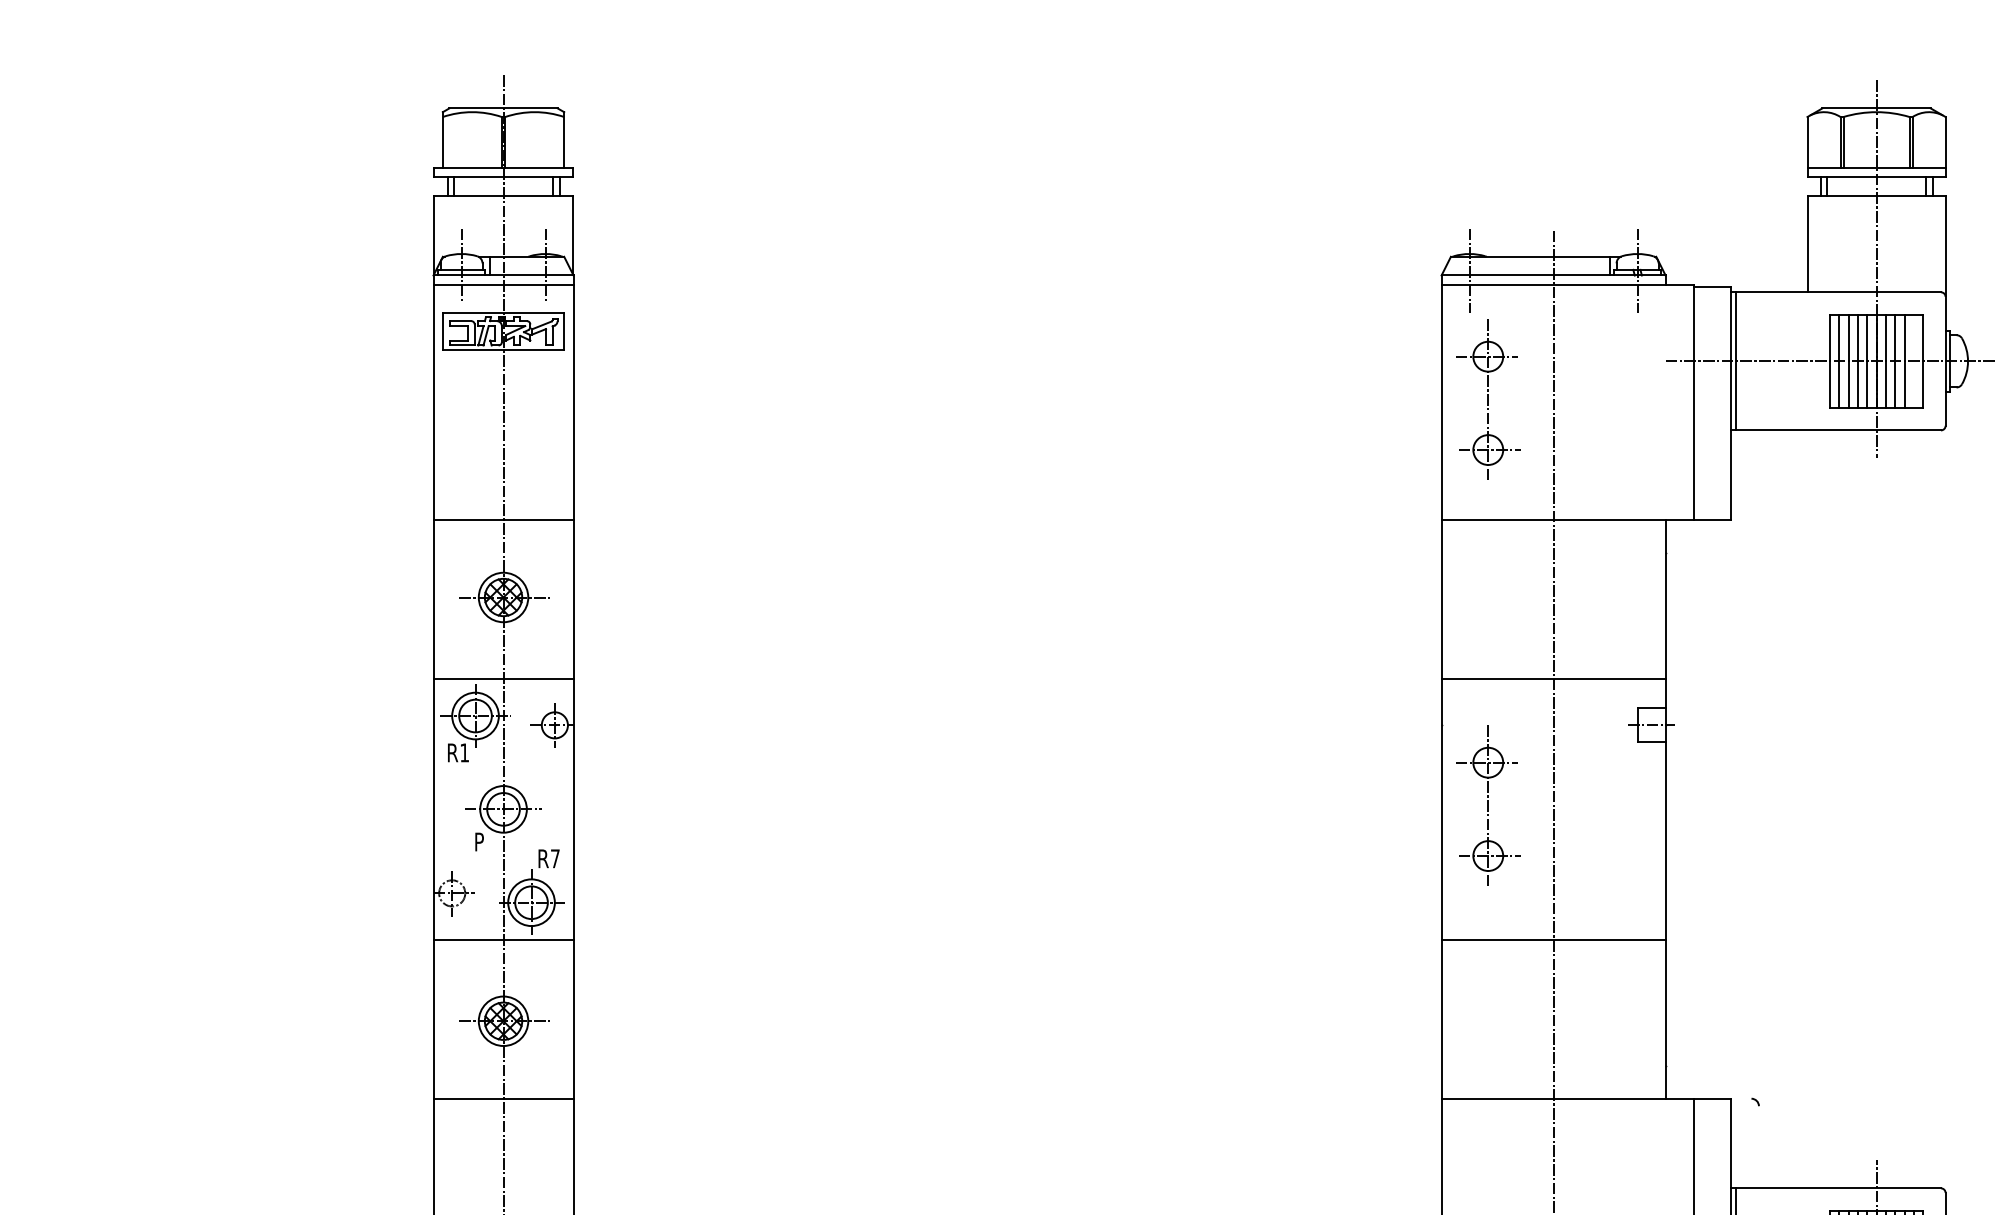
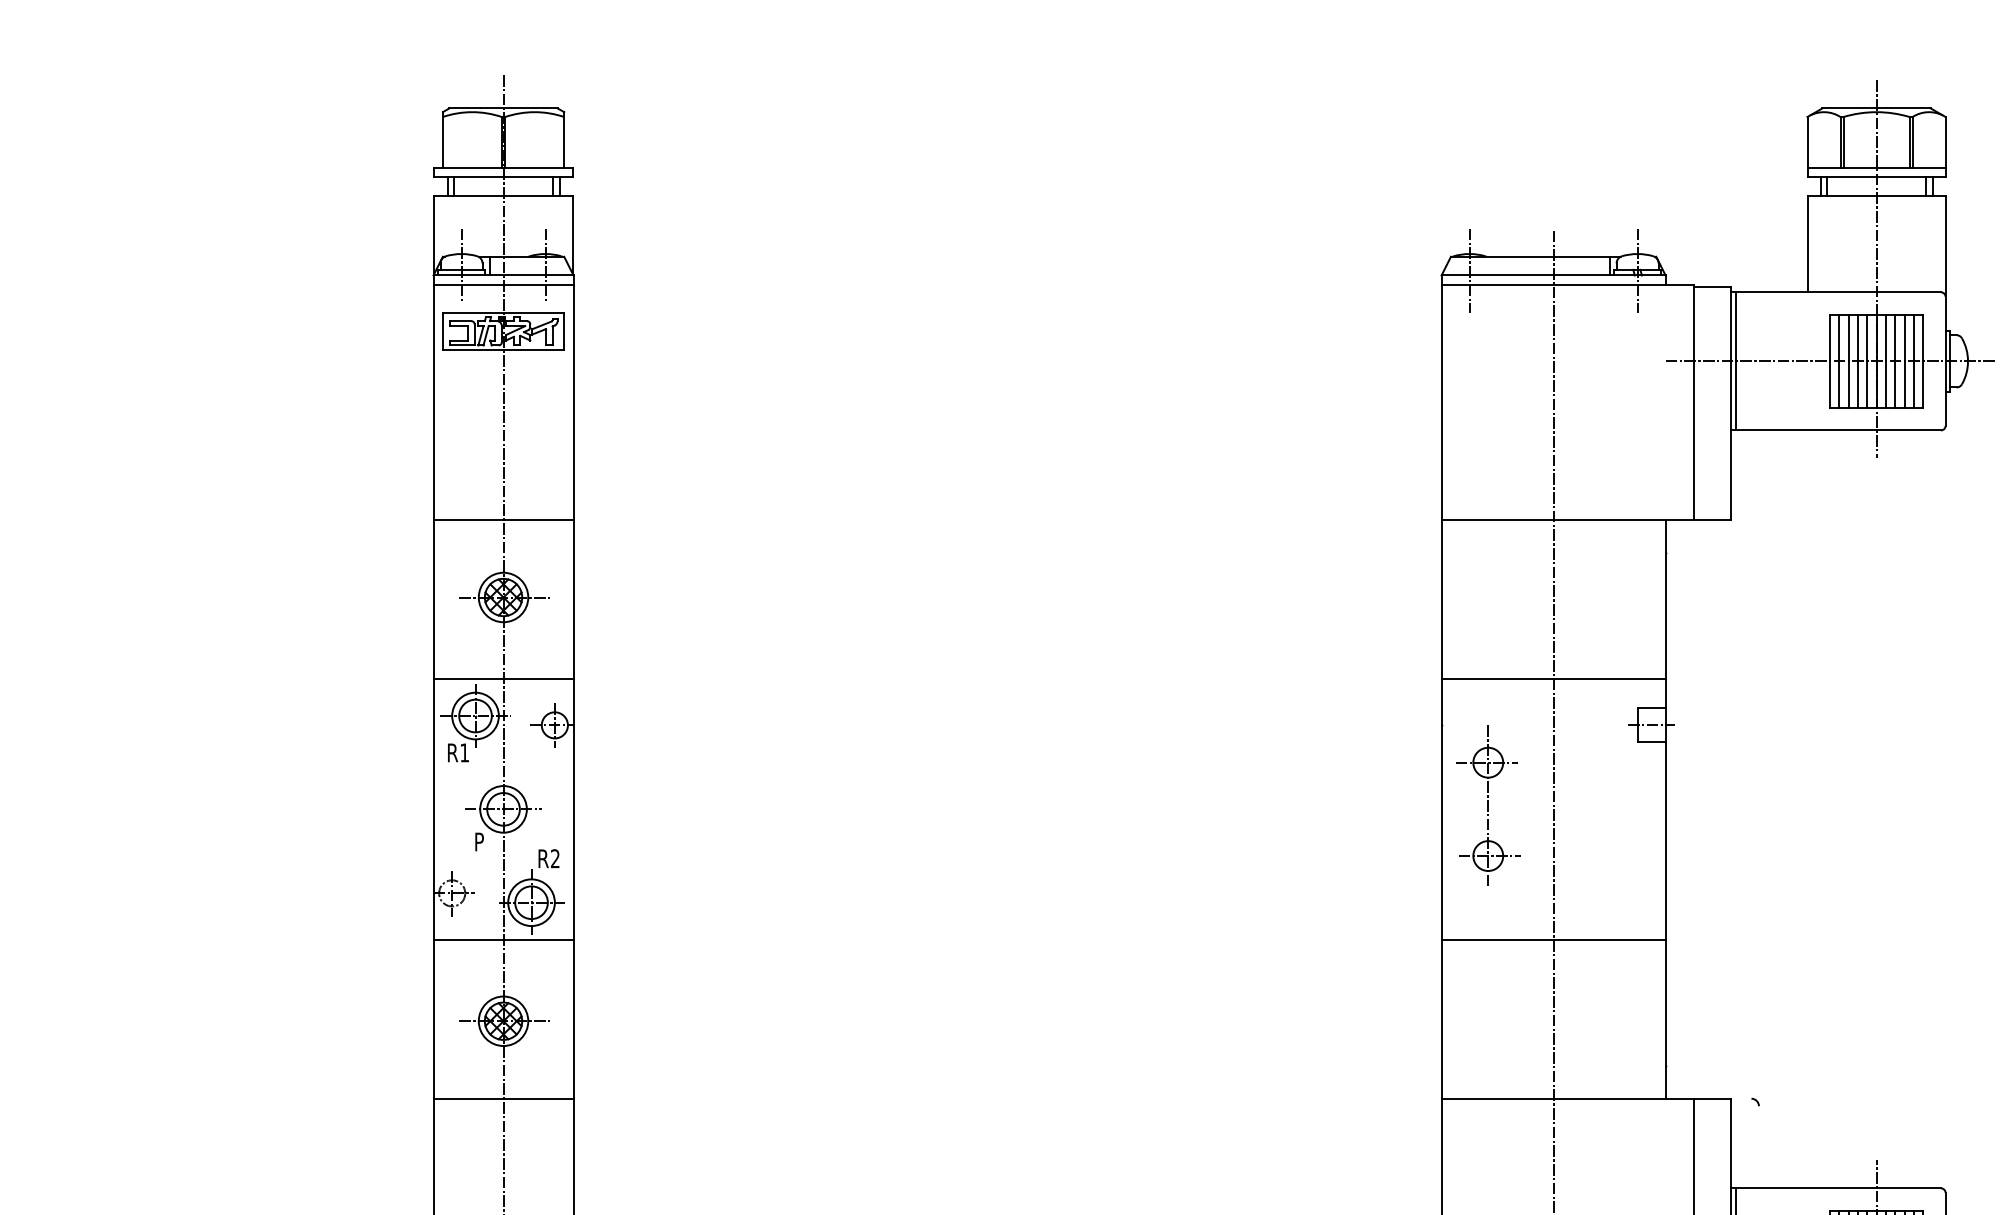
line at (1913, 361): none -> present
part at (1488, 399): present -> none
text at (555, 858): R7 -> R2
